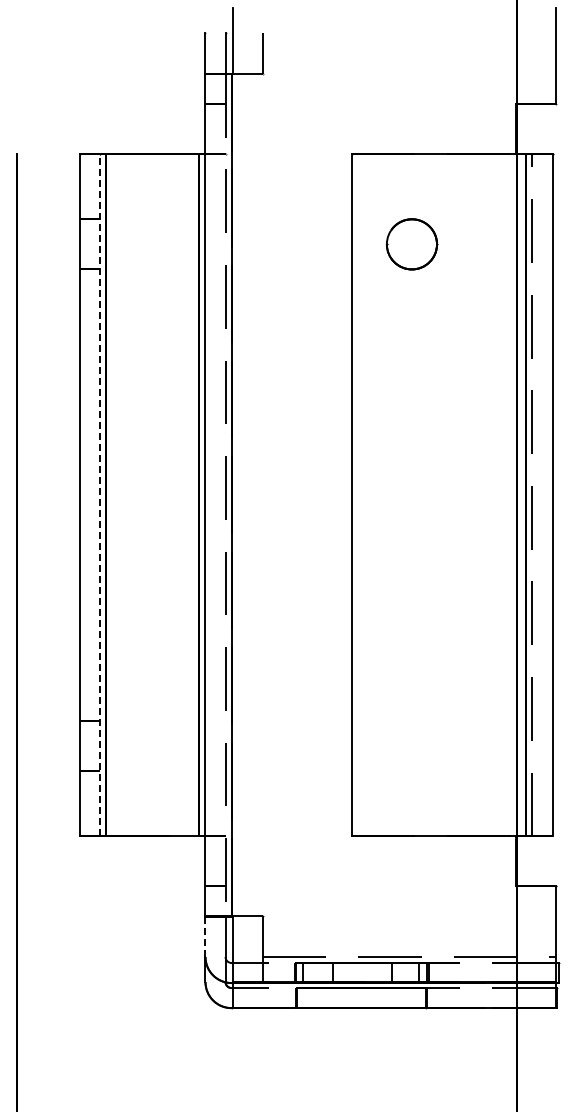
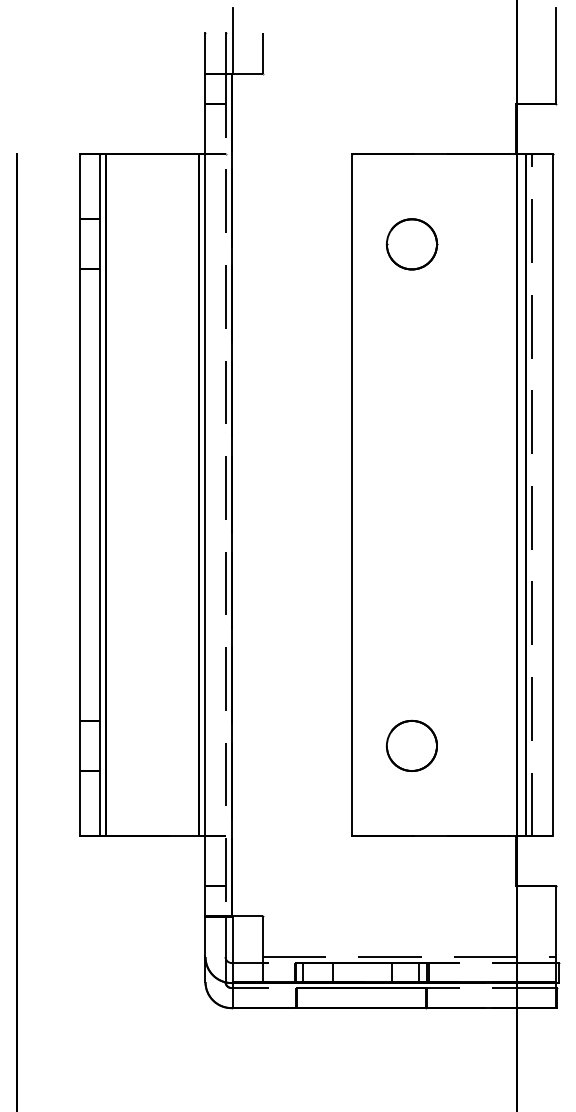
line at (100, 494): dashed -> solid
circle at (411, 745): none -> present
line at (205, 936): dashed -> solid
